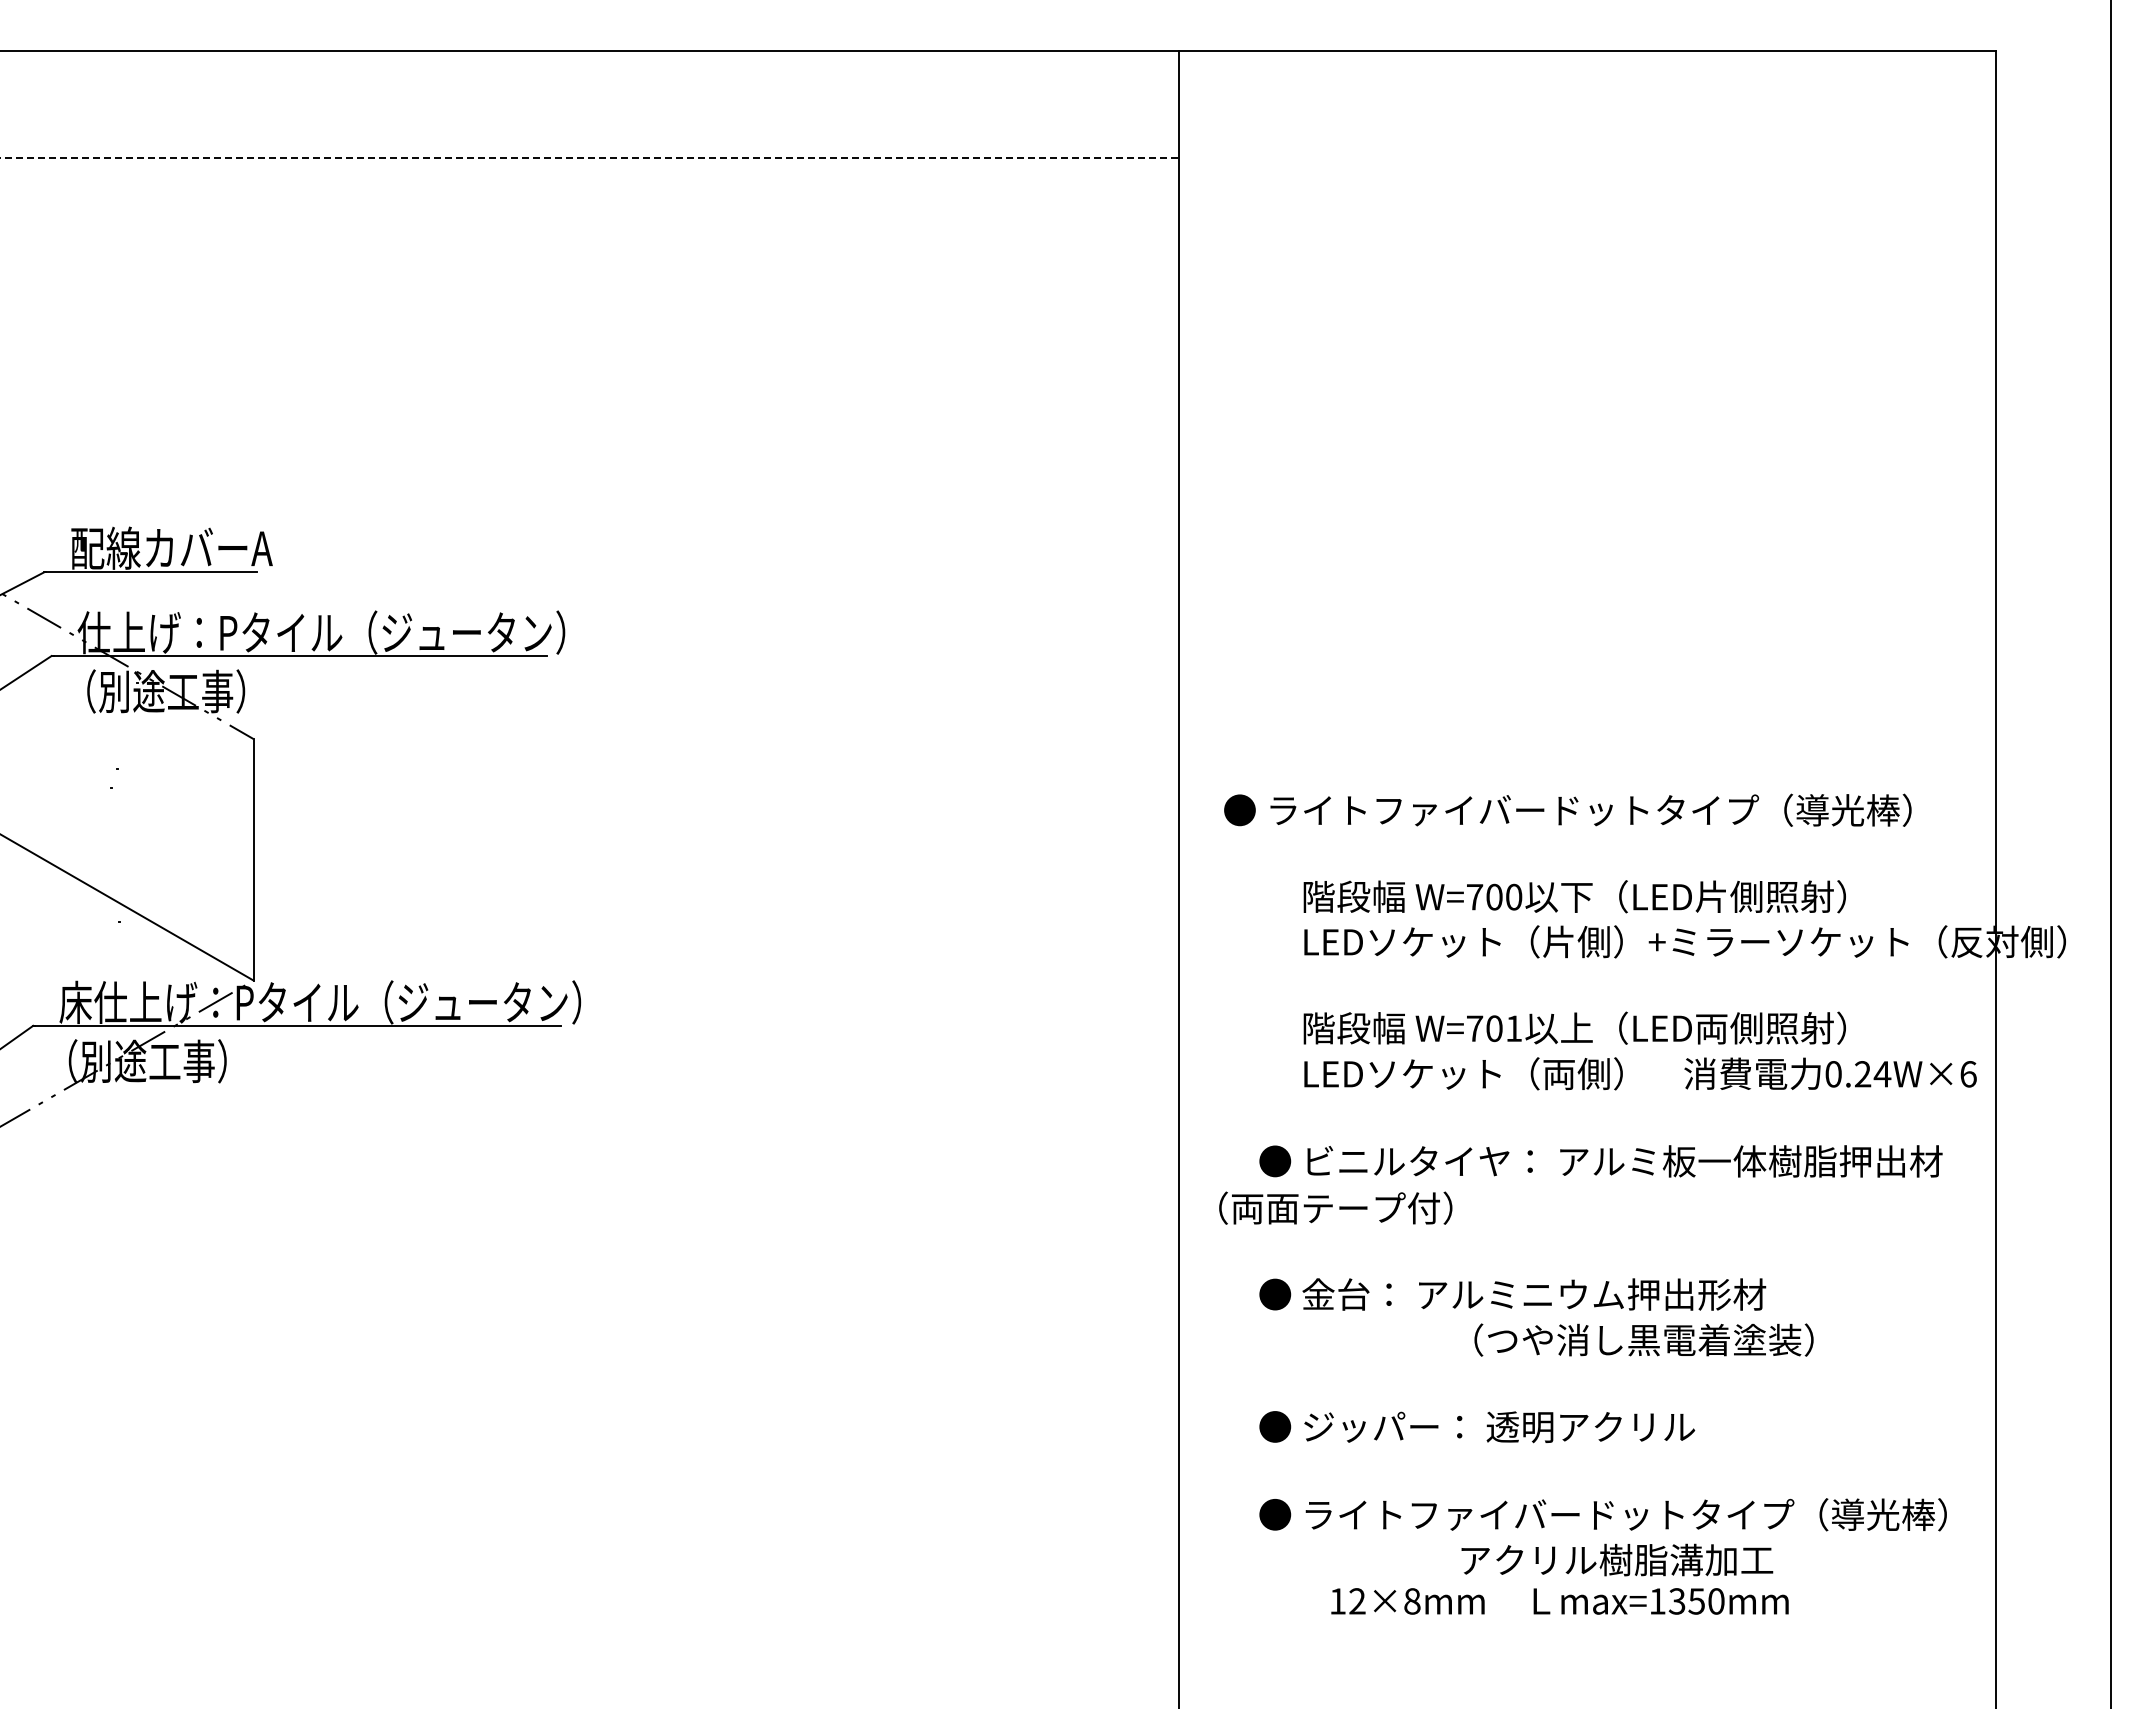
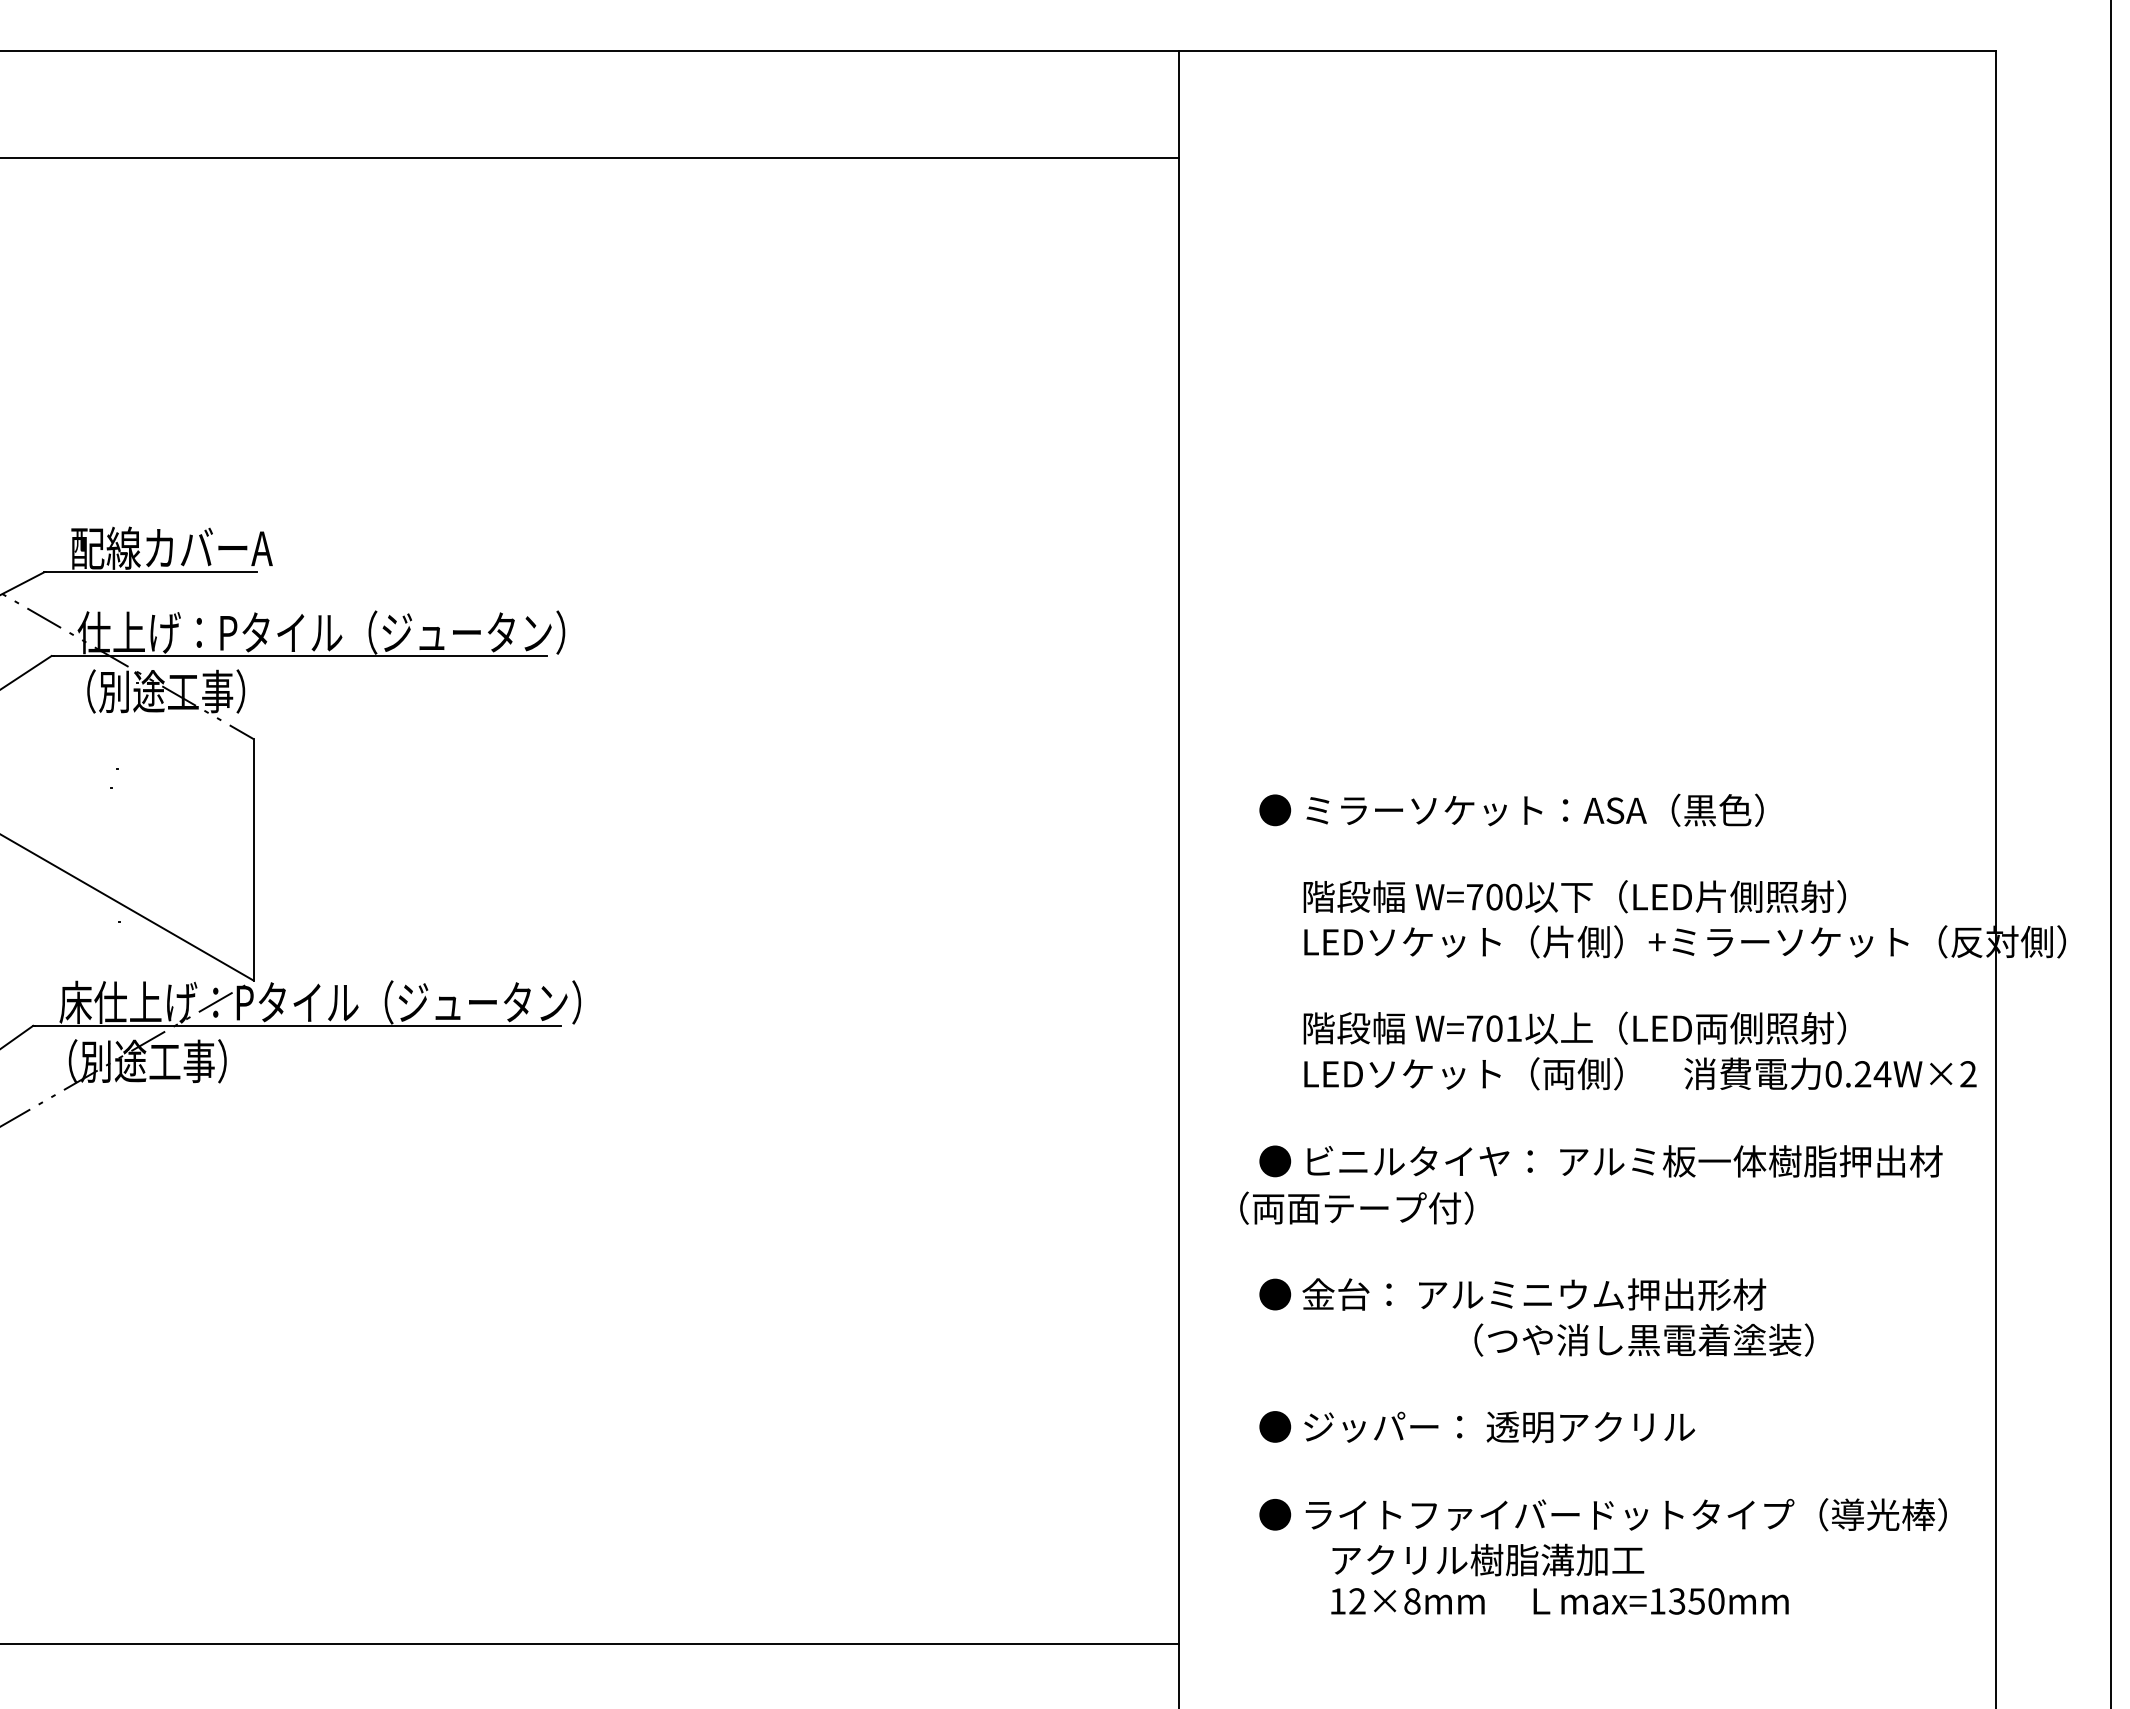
line at (590, 157): dashed -> solid
text at (1567, 809): ● ライトファイバードットタイプ（導光棒） -> ● ミラーソケット：ASA（黒色）
text at (1968, 1074): 0.24W×6 -> 0.24W×2
text at (1335, 1207) position: (1335, 1207) -> (1356, 1207)
text at (1617, 1559) position: (1617, 1559) -> (1488, 1559)
line at (590, 1643): none -> present
